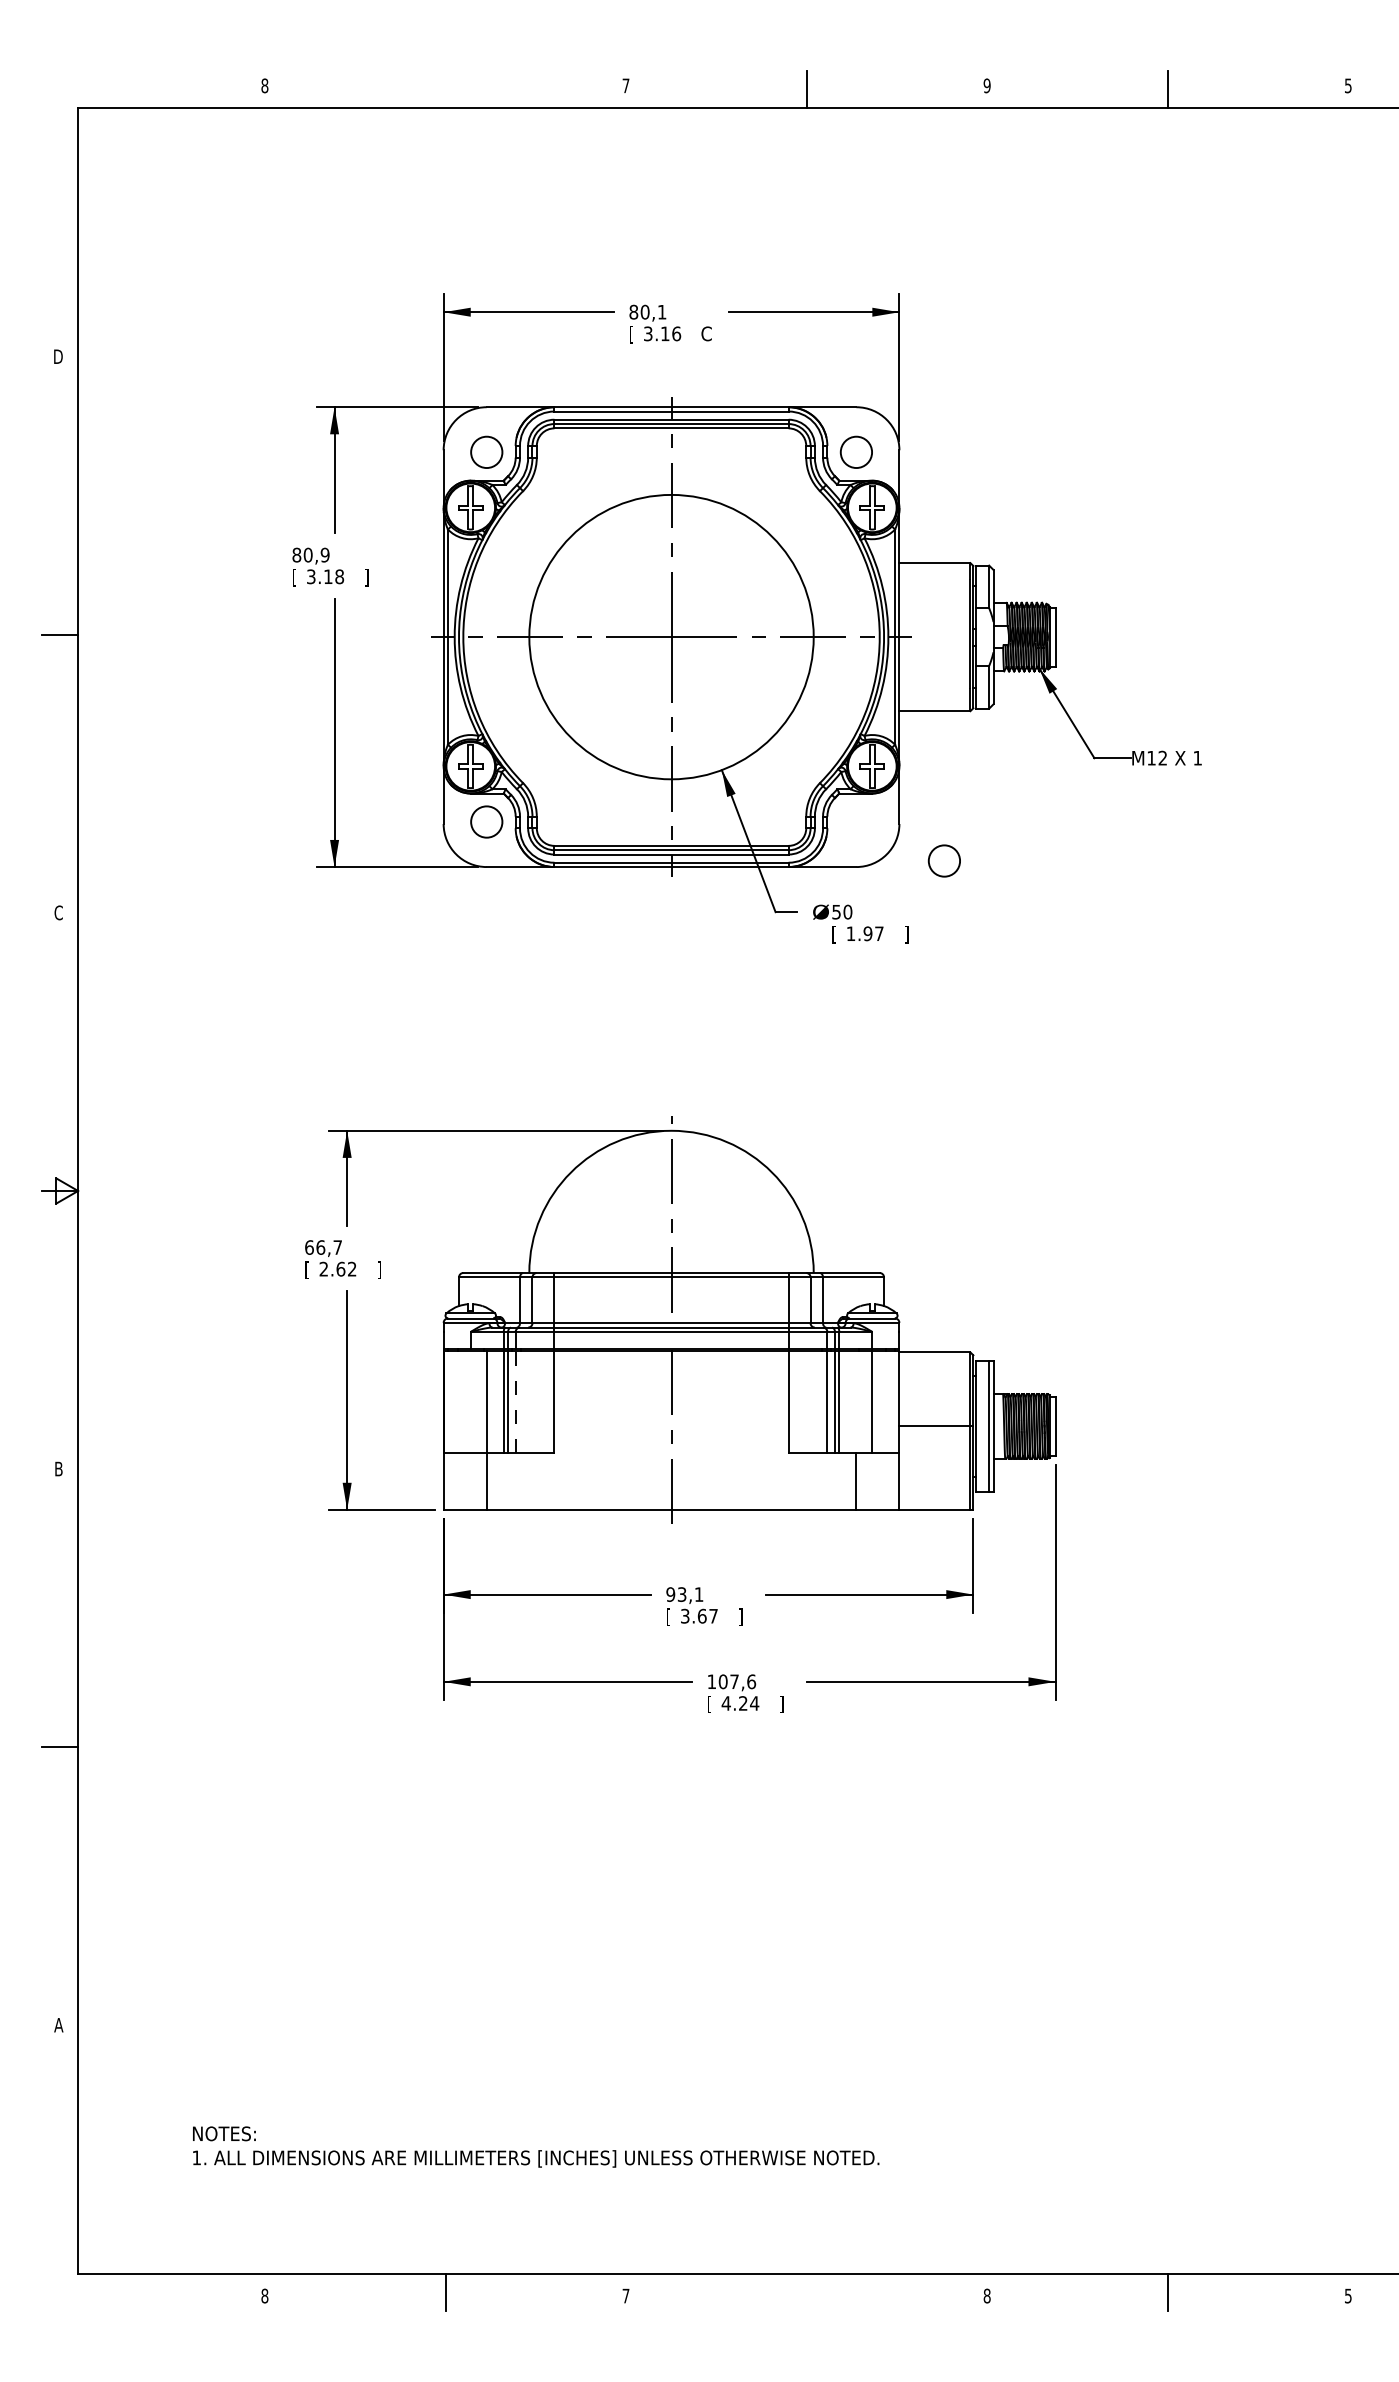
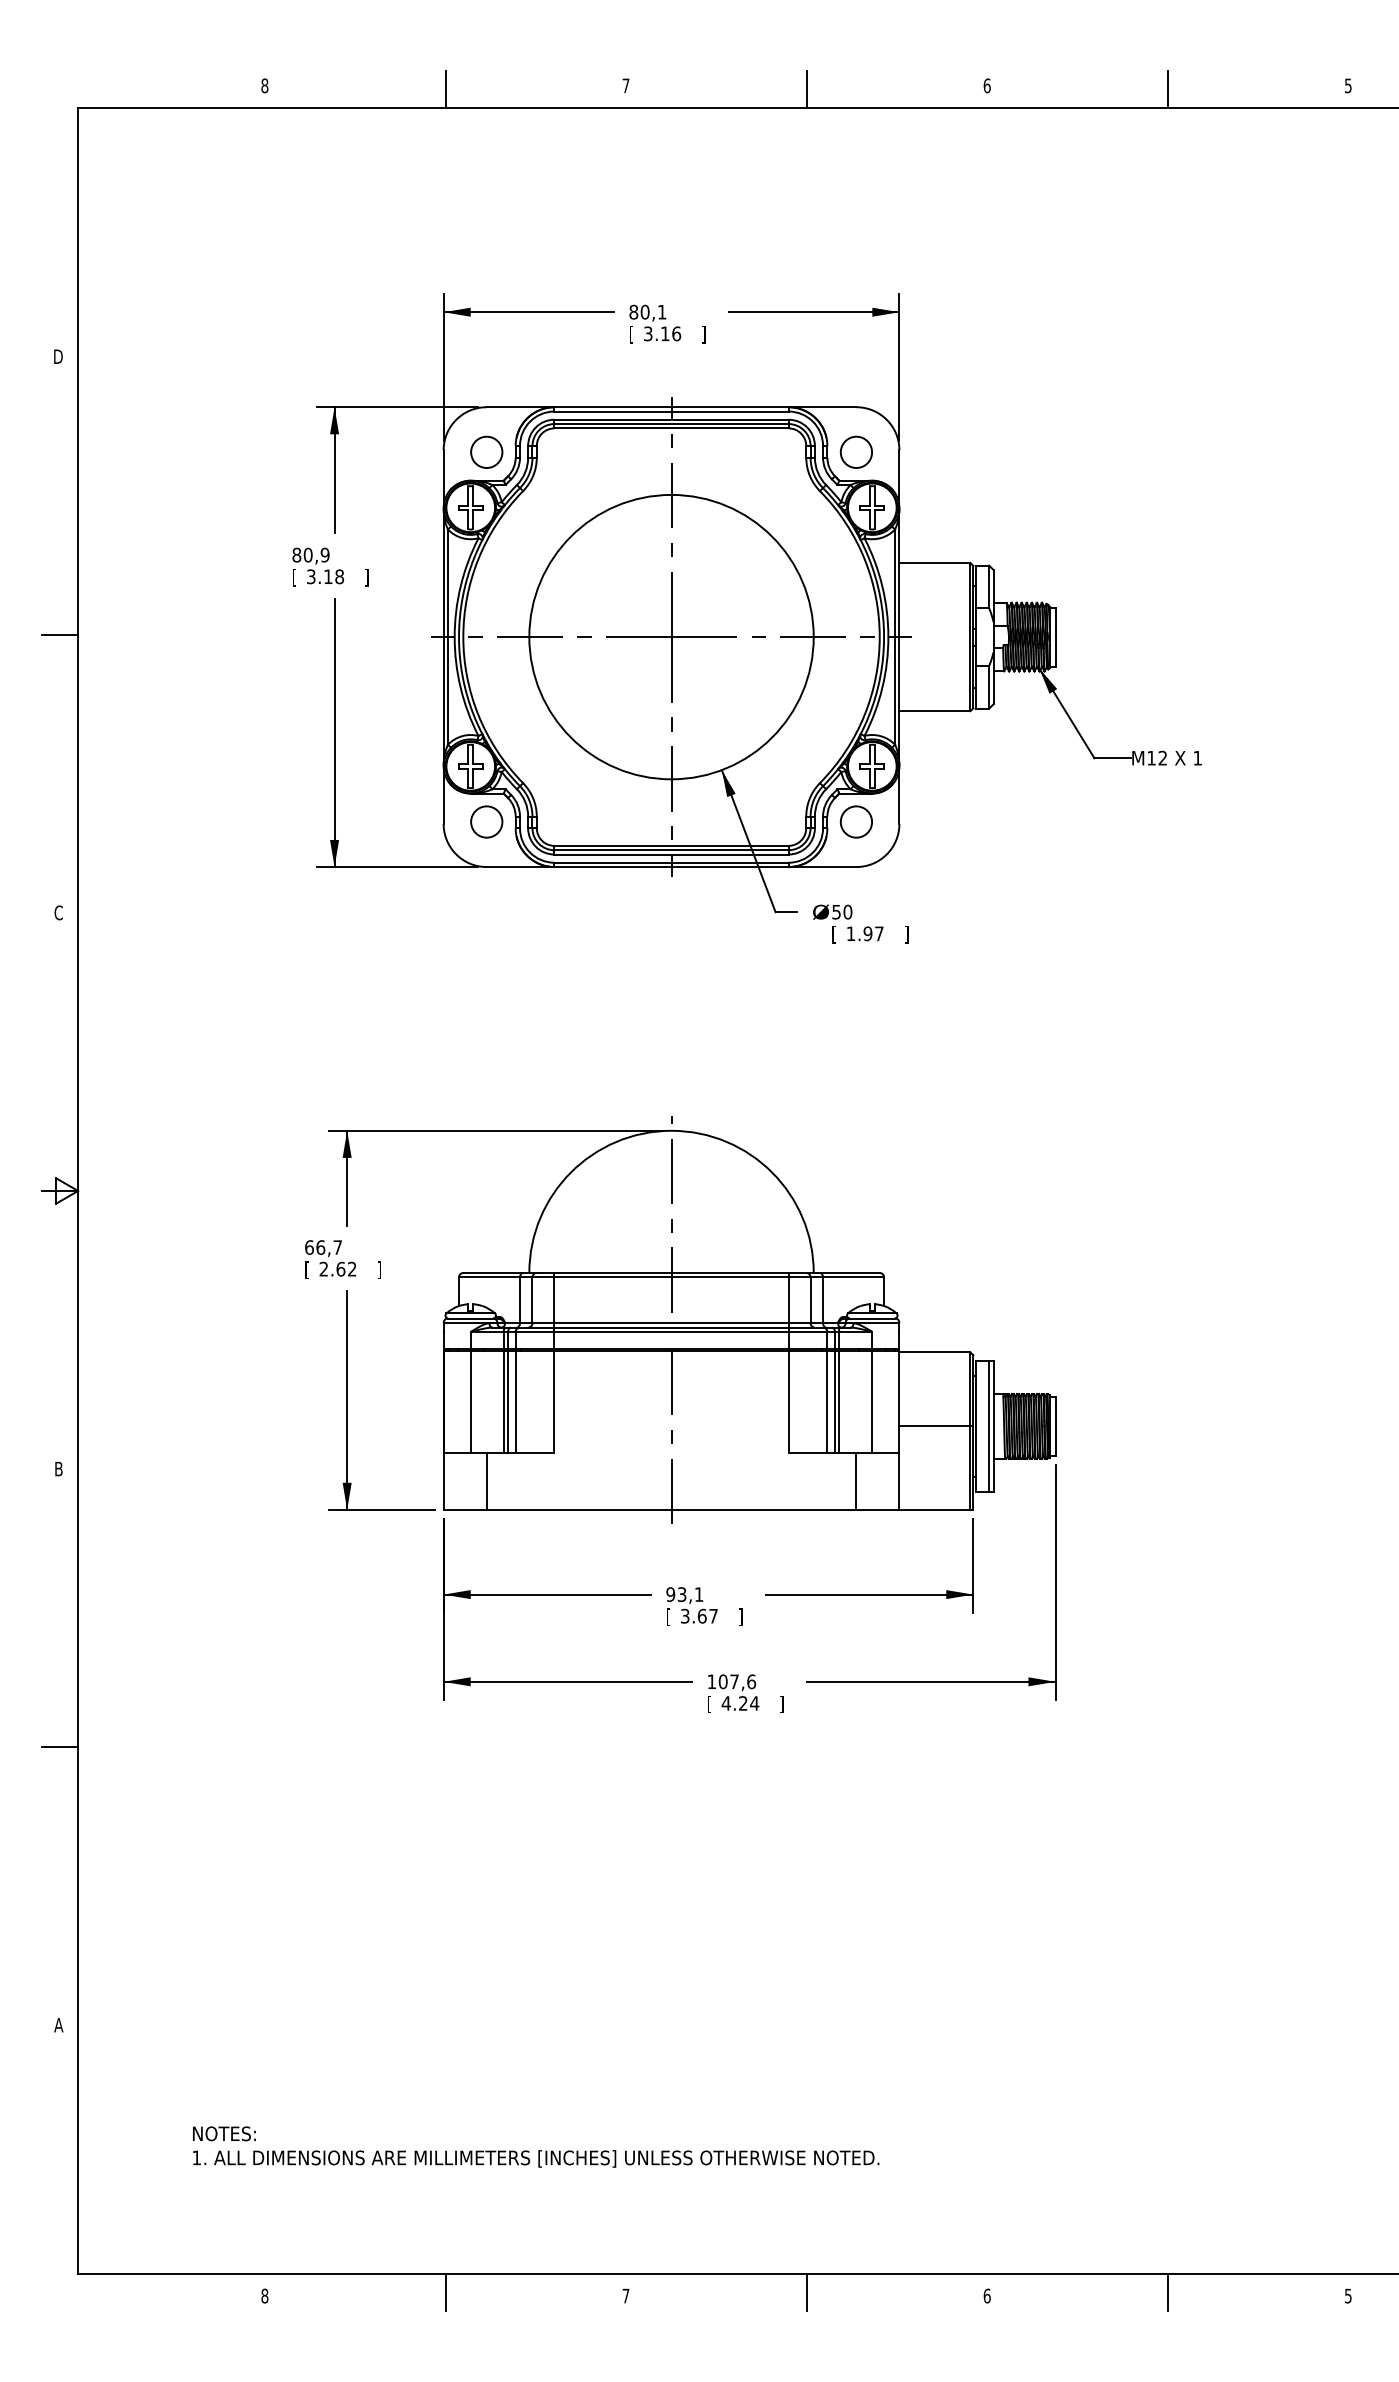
text at (986, 85): 9 -> 6
line at (445, 89): none -> present
text at (706, 334): C -> ]
circle at (943, 860) position: (943, 860) -> (855, 821)
line at (486, 1402) position: (486, 1402) -> (470, 1402)
line at (515, 1402): dashed -> solid
line at (806, 2292): none -> present
text at (986, 2295): 8 -> 6
